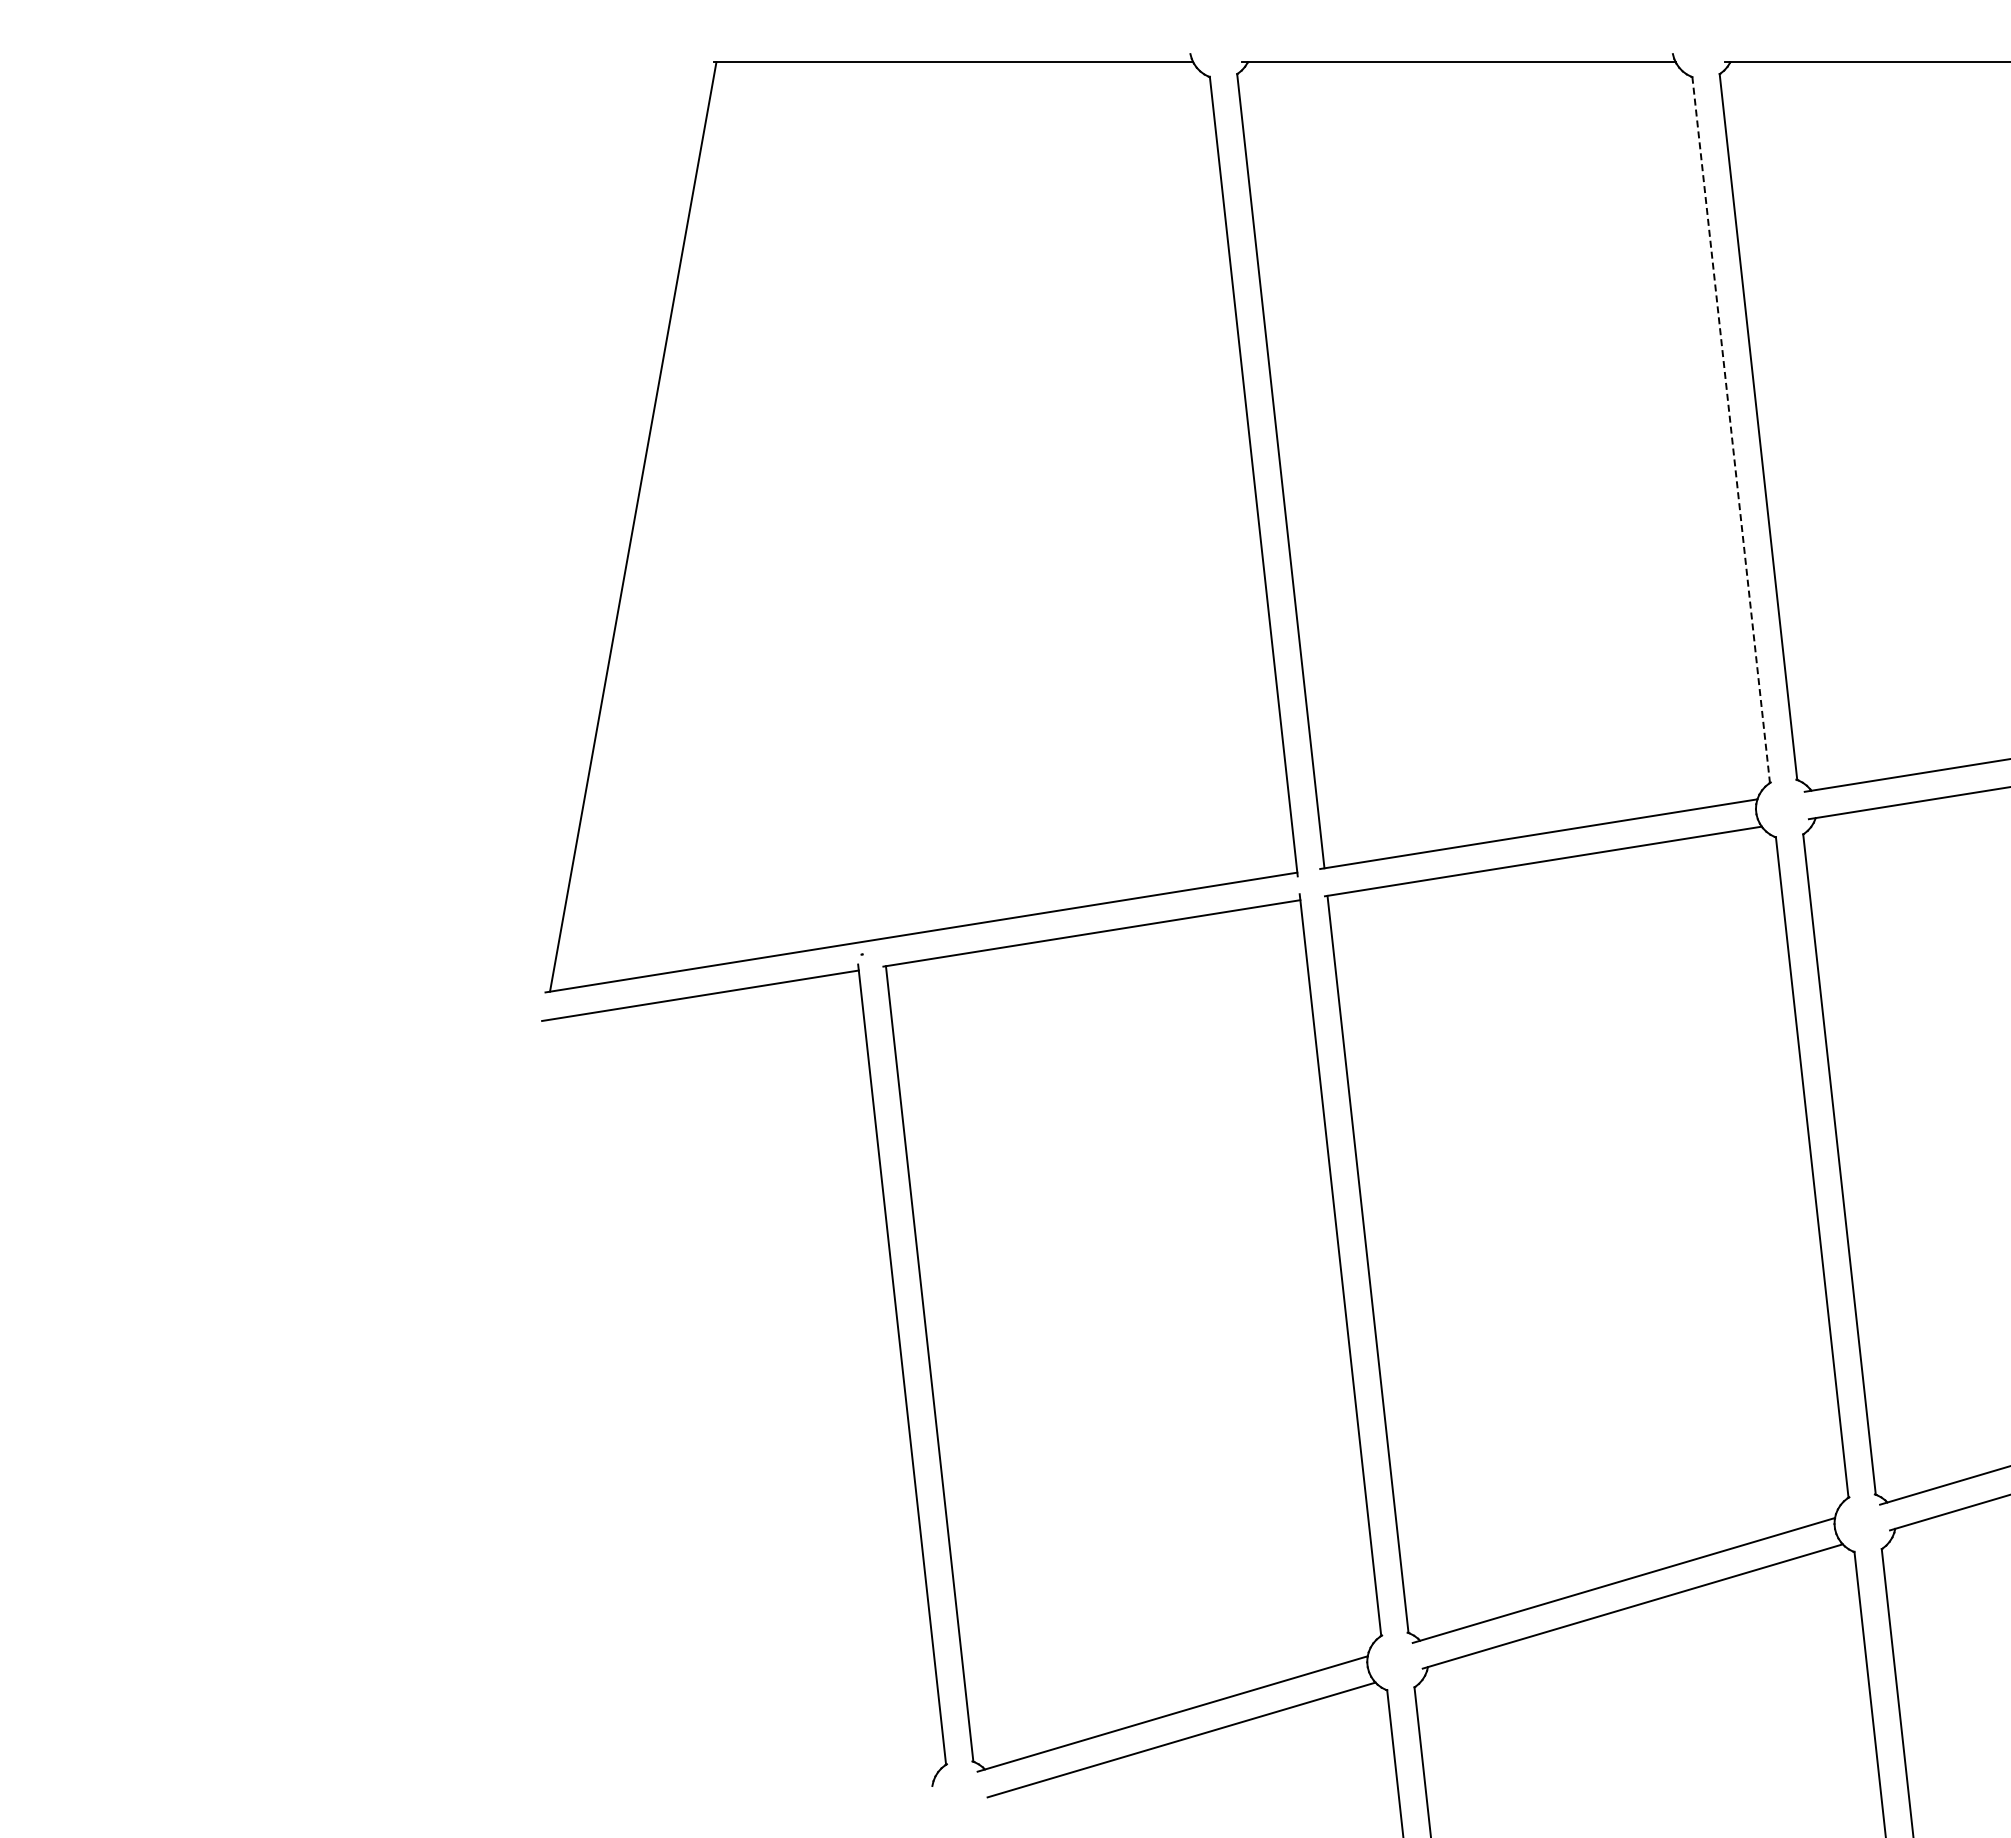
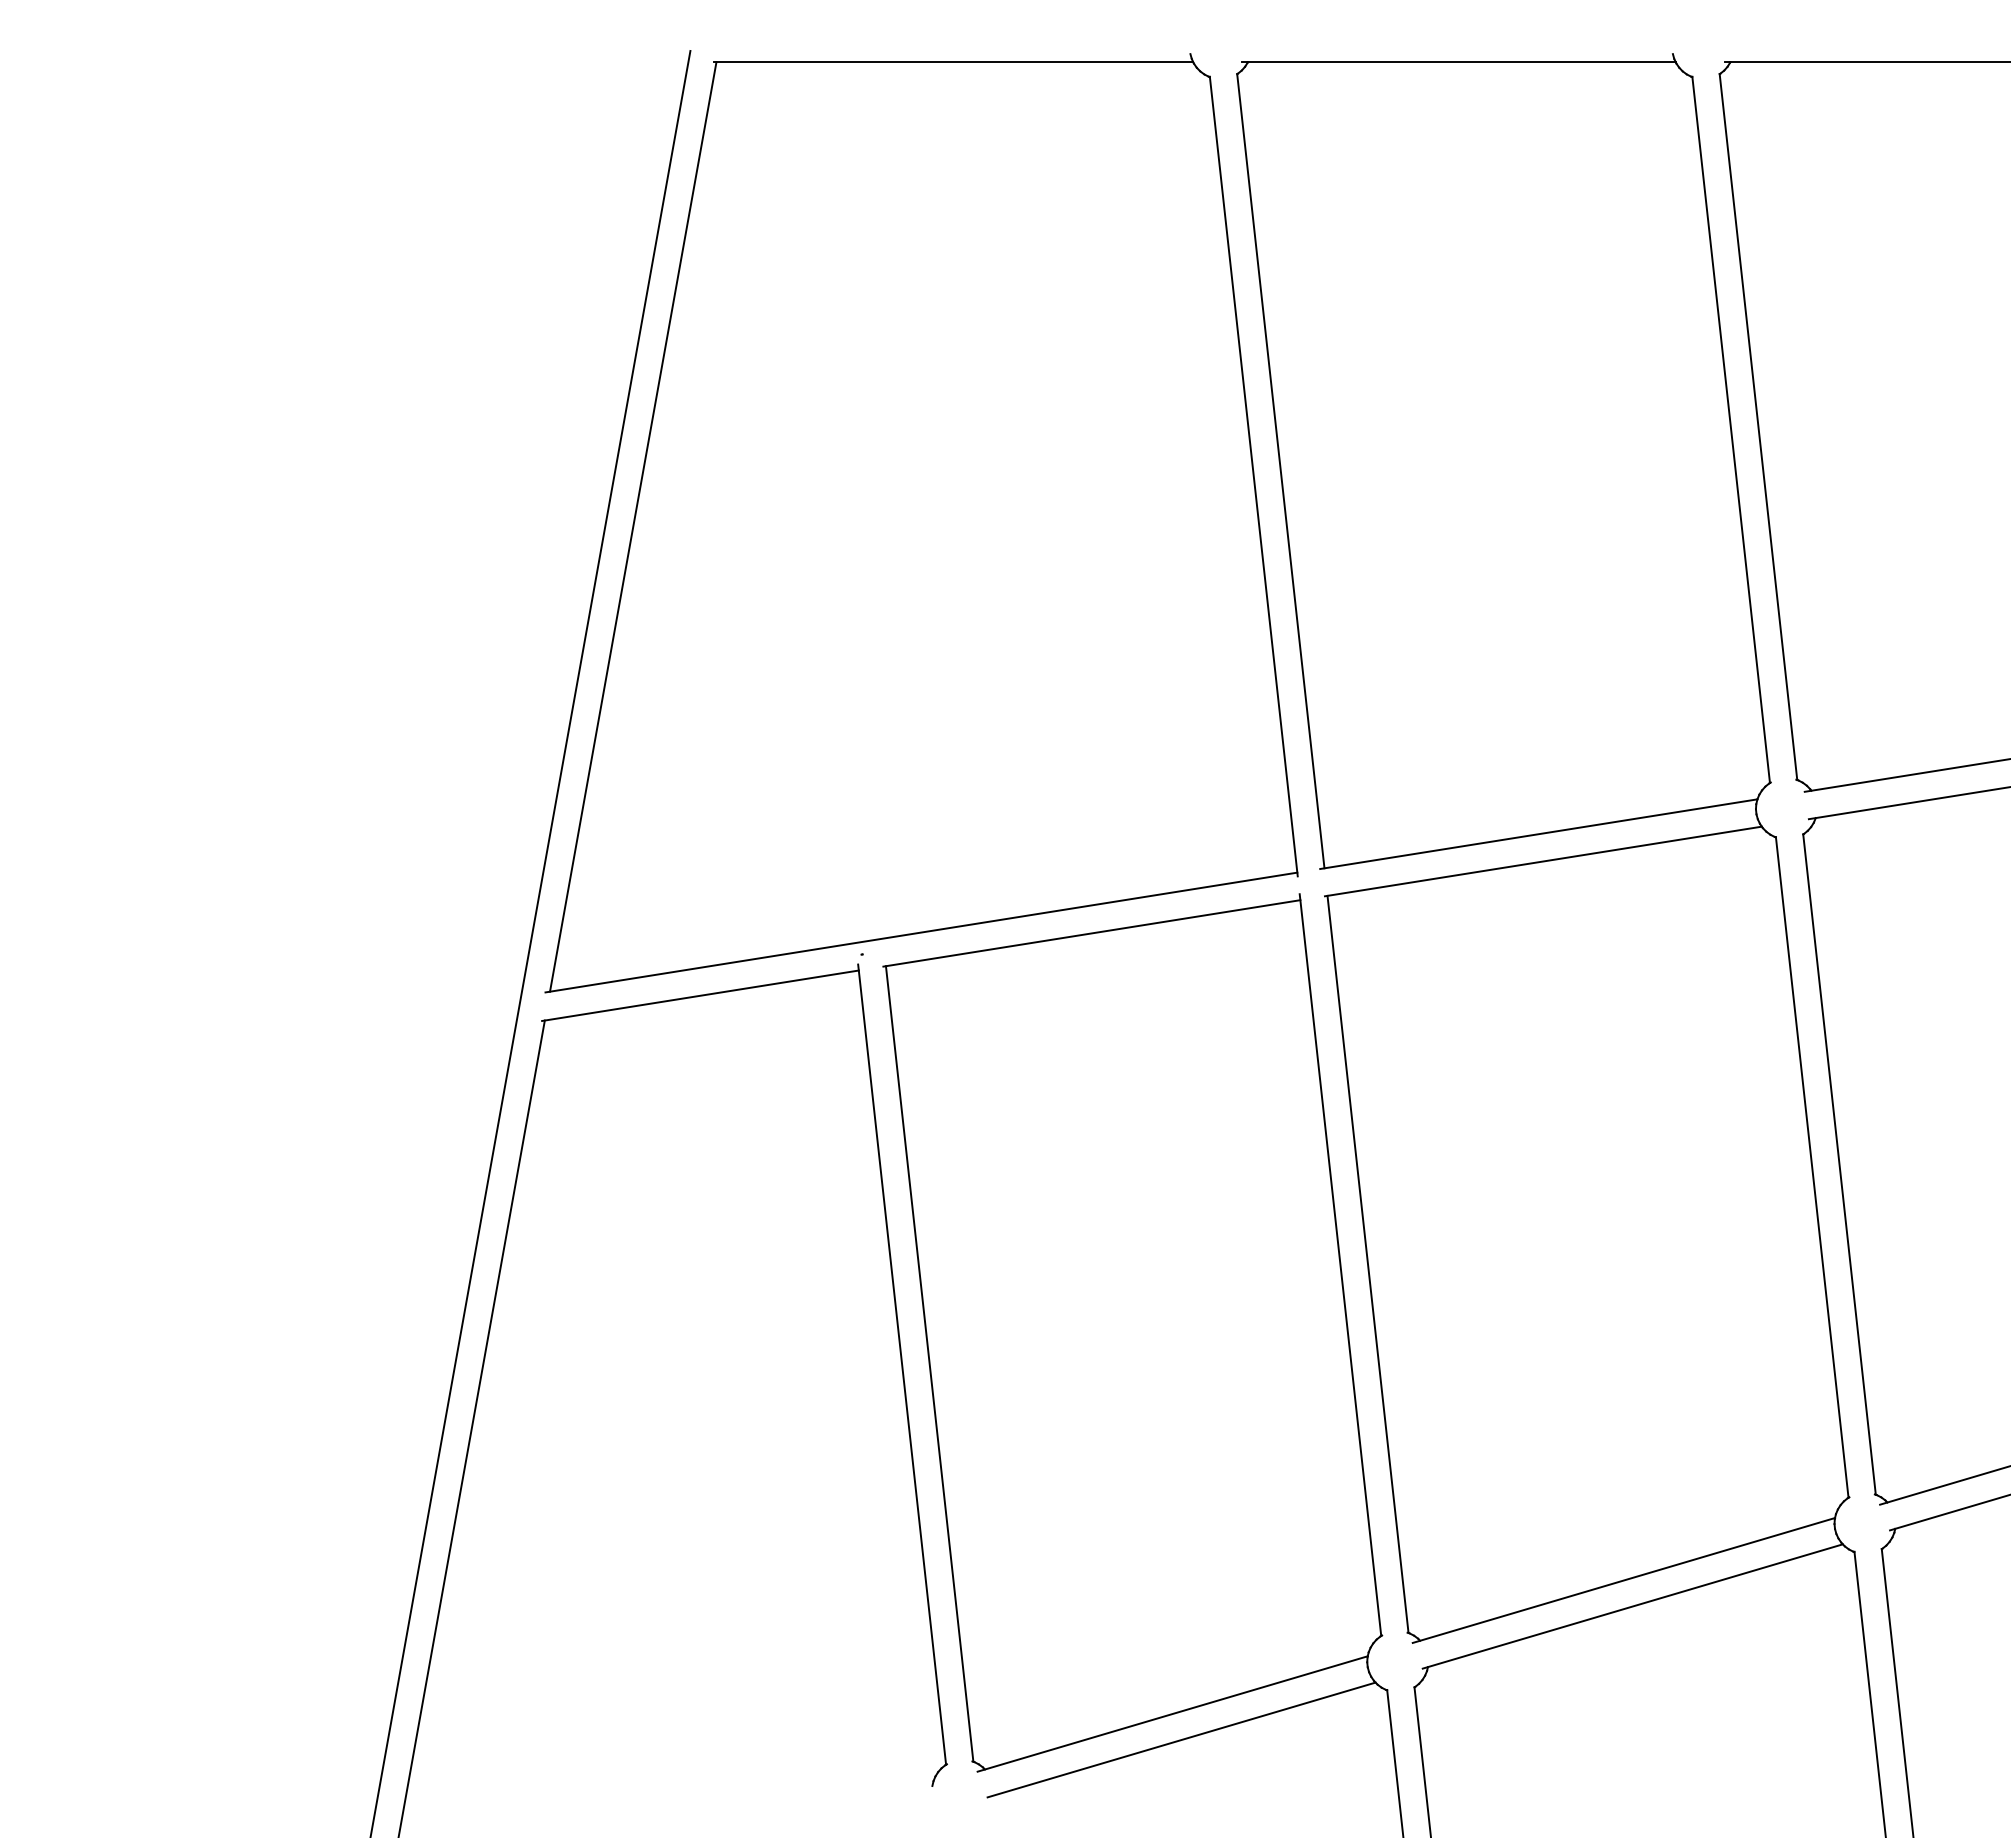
line at (1731, 430): dashed -> solid
line at (530, 942): none -> present
line at (471, 1427): none -> present
